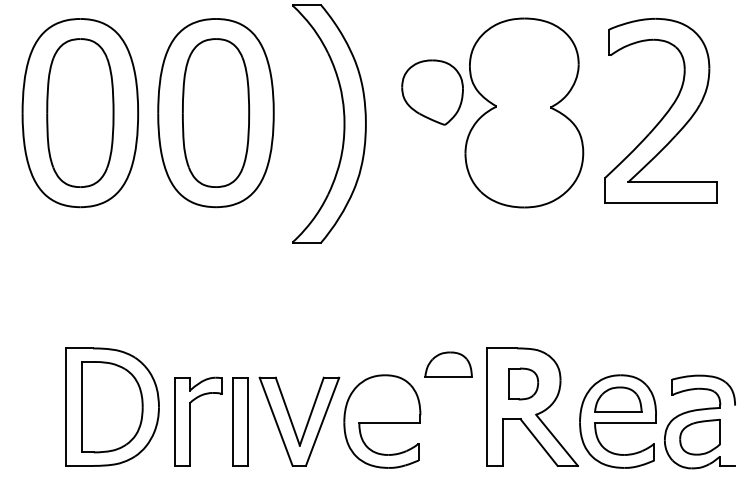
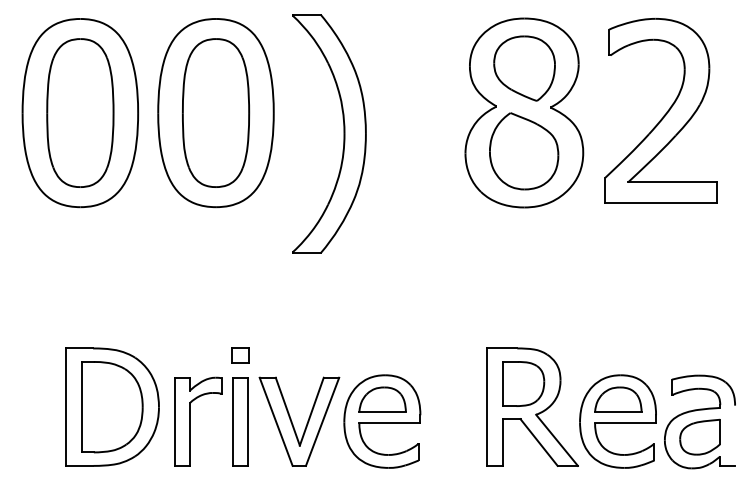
part at (432, 92) position: (432, 92) -> (524, 68)
part at (343, 123) position: (343, 123) -> (343, 133)
part at (524, 151): none -> present
part at (240, 355): none -> present
part at (448, 364) position: (448, 364) -> (382, 399)
part at (523, 383) size: 32x34 px -> 44x46 px
